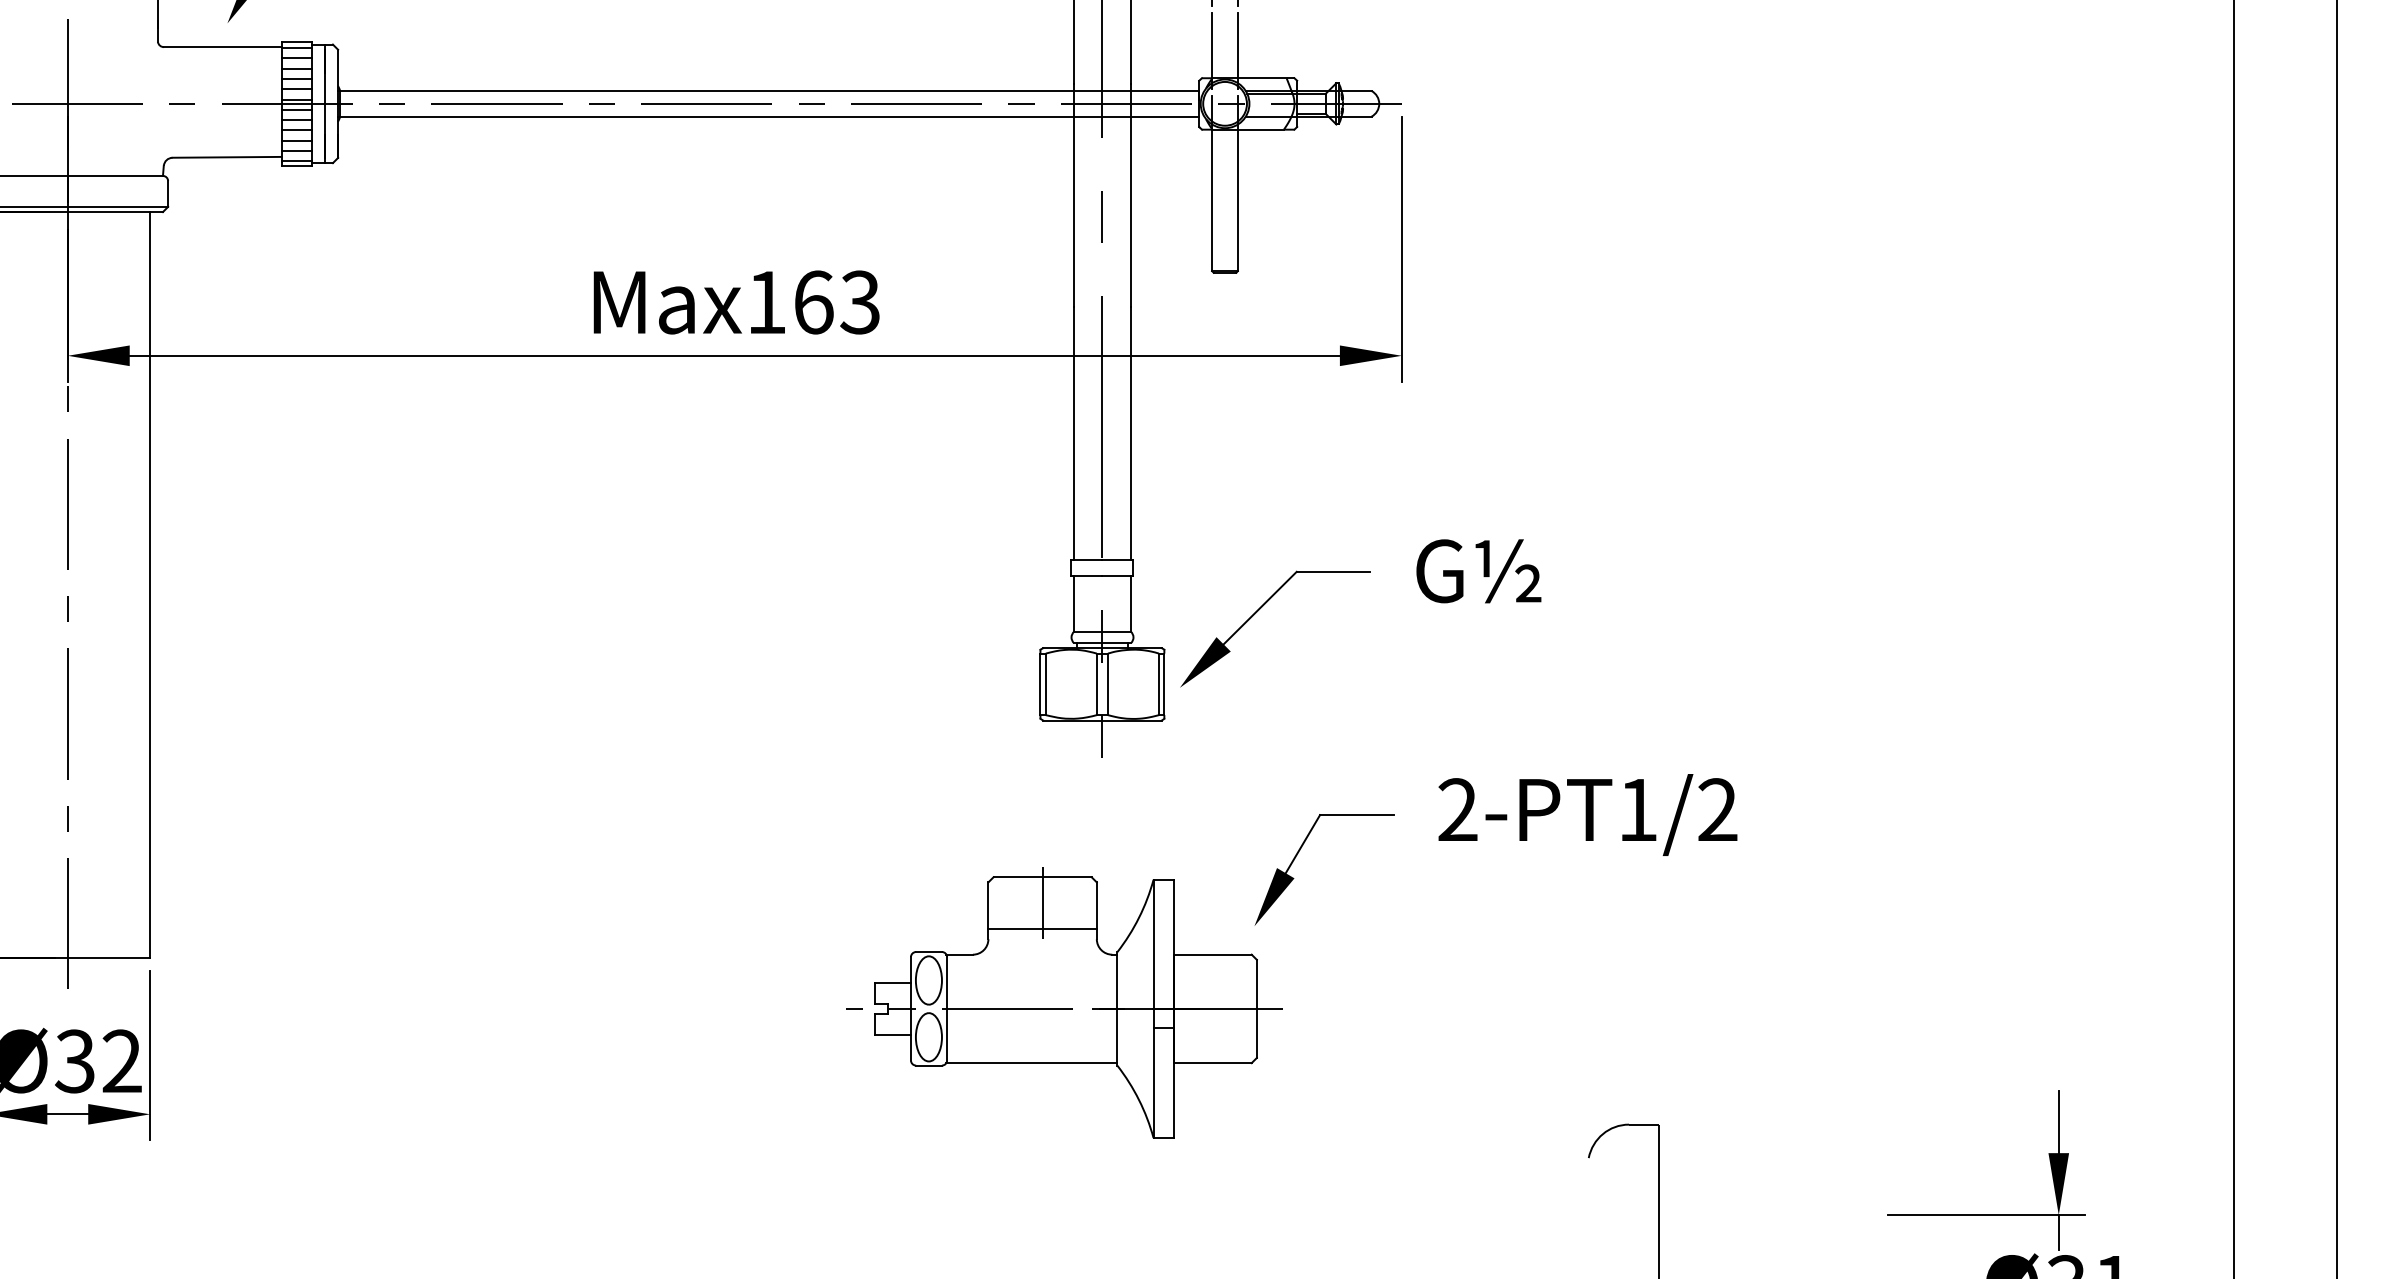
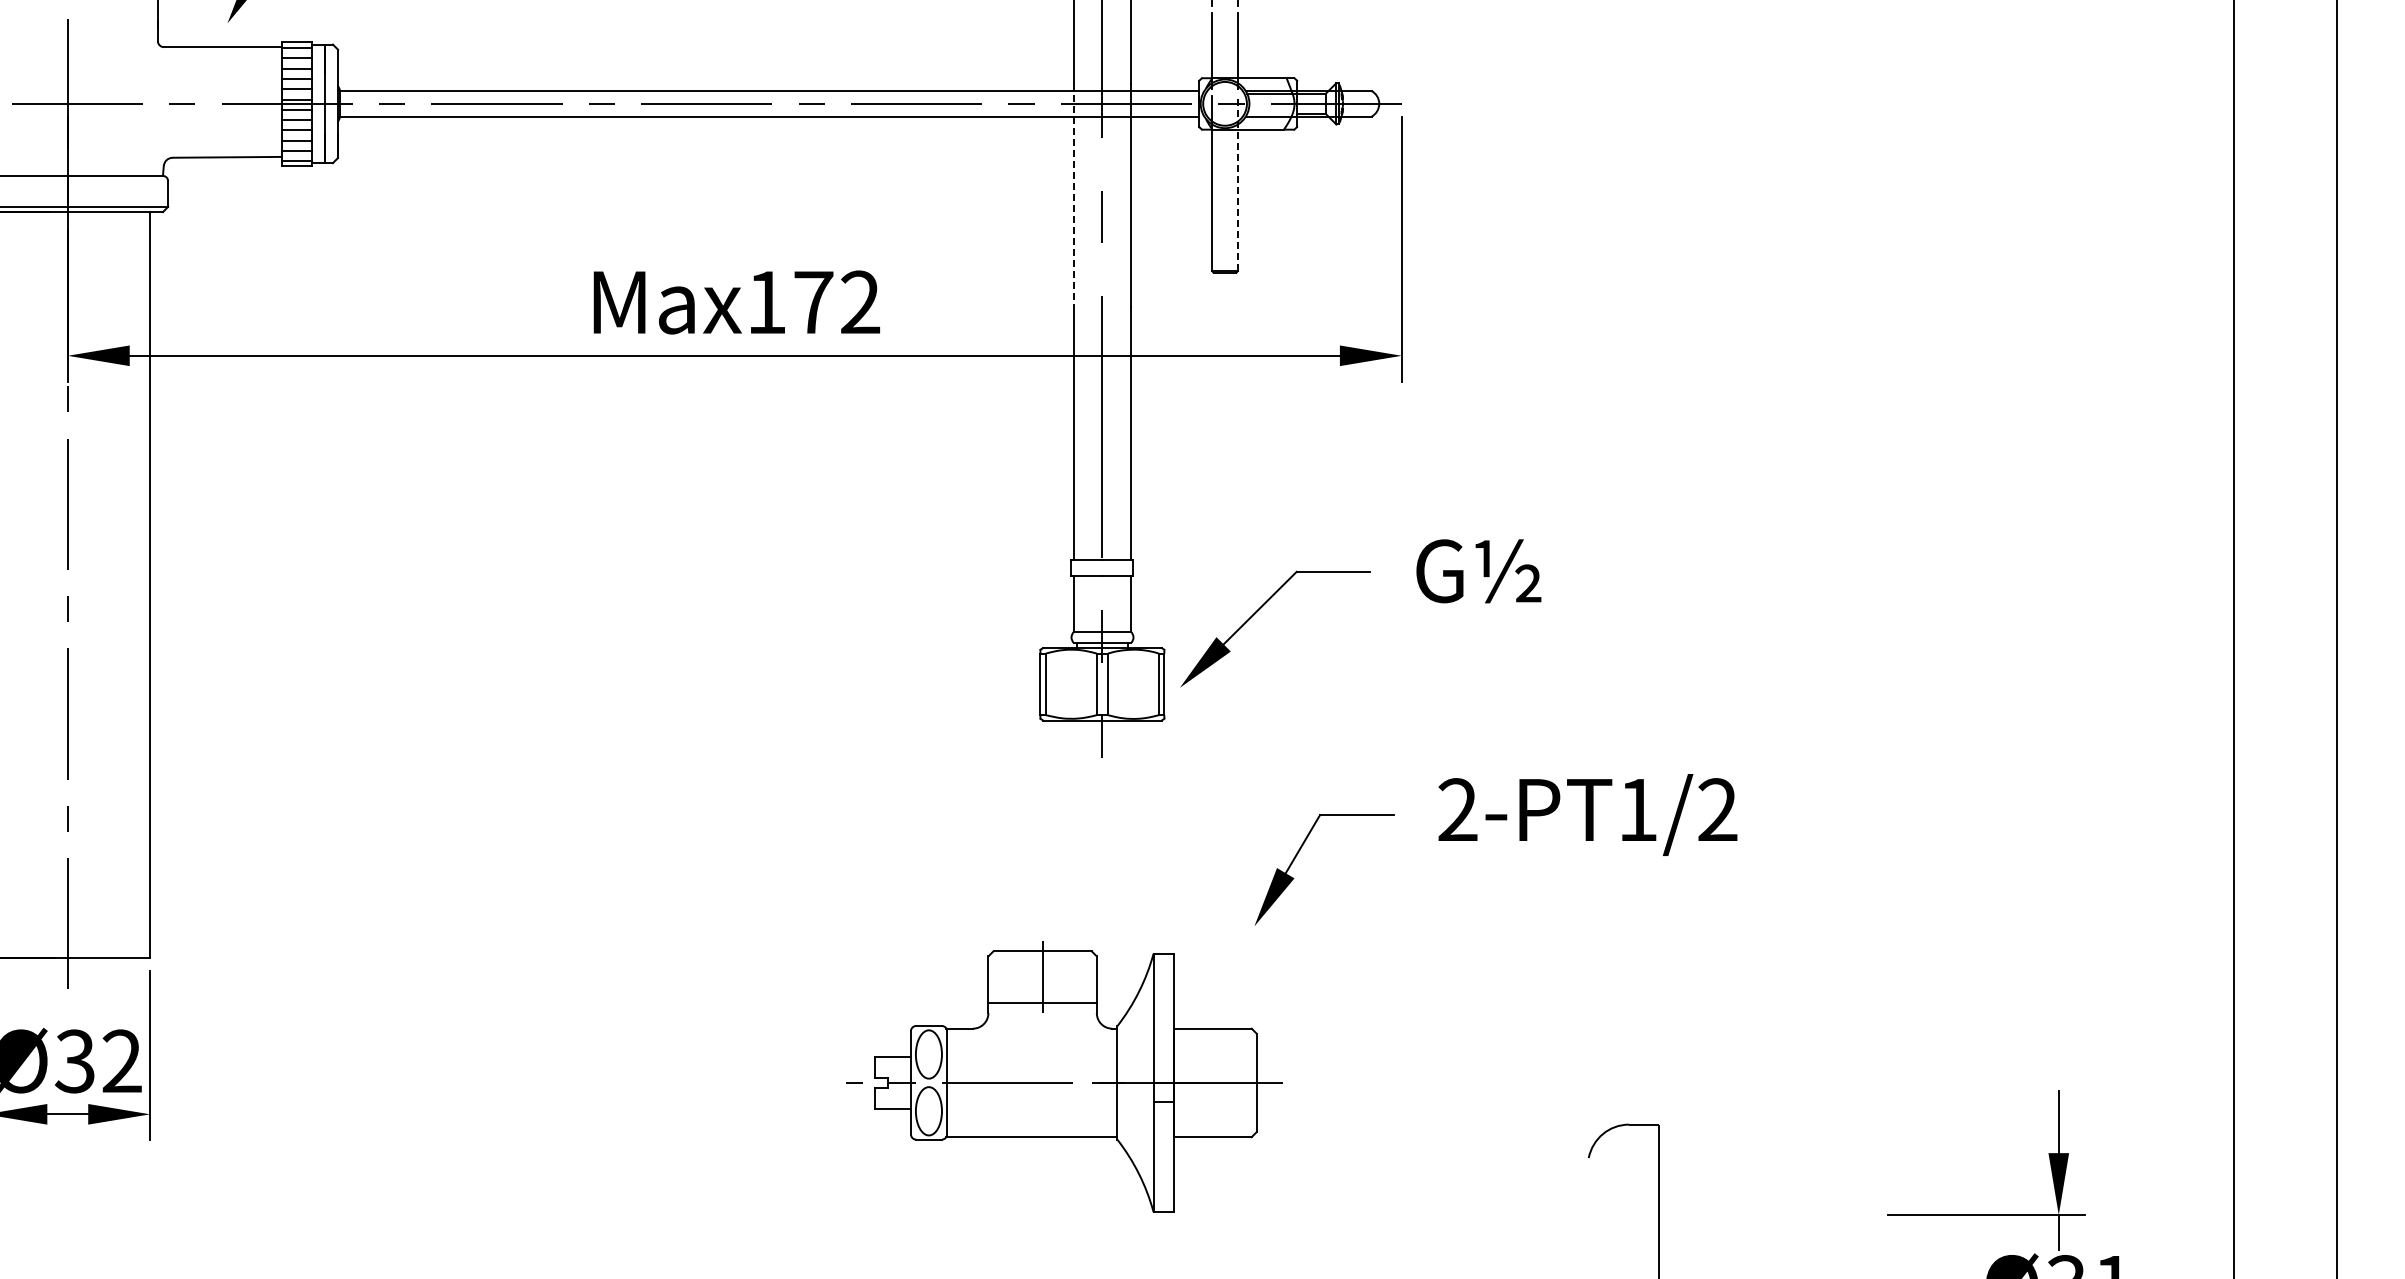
line at (1237, 183): solid -> dashed
line at (1074, 195): solid -> dashed
text at (837, 302): Max163 -> Max172
part at (1064, 1002) position: (1064, 1002) -> (1064, 1076)
